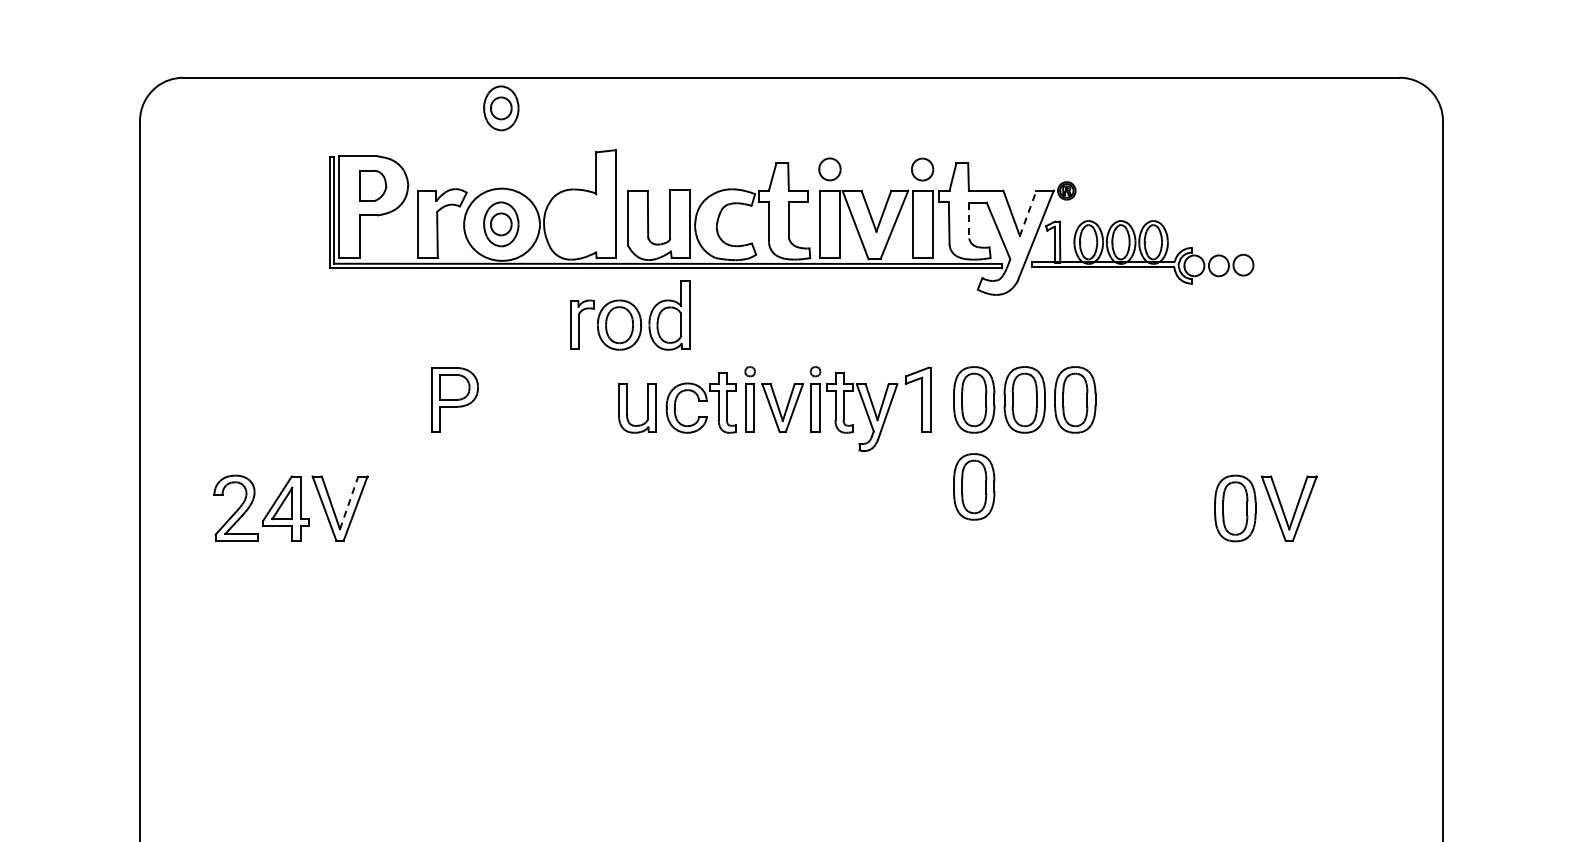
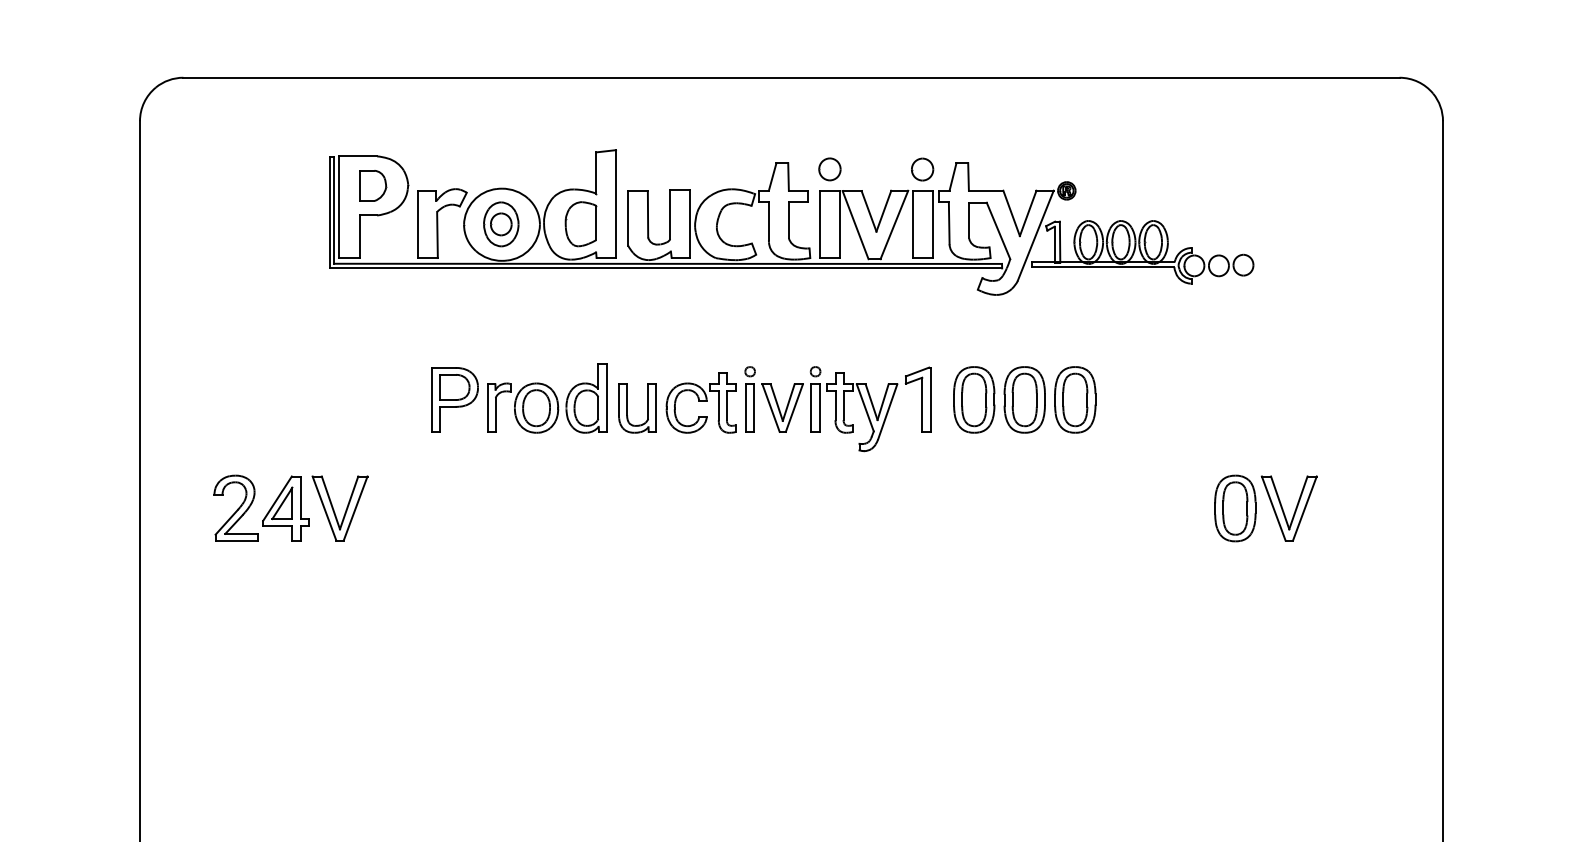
part at (501, 108): present -> none
line at (1028, 212): dashed -> solid
line at (969, 220): dashed -> solid
part at (580, 224): none -> present
part at (630, 315) position: (630, 315) -> (547, 398)
part at (974, 486): present -> none
line at (349, 502): dashed -> solid
